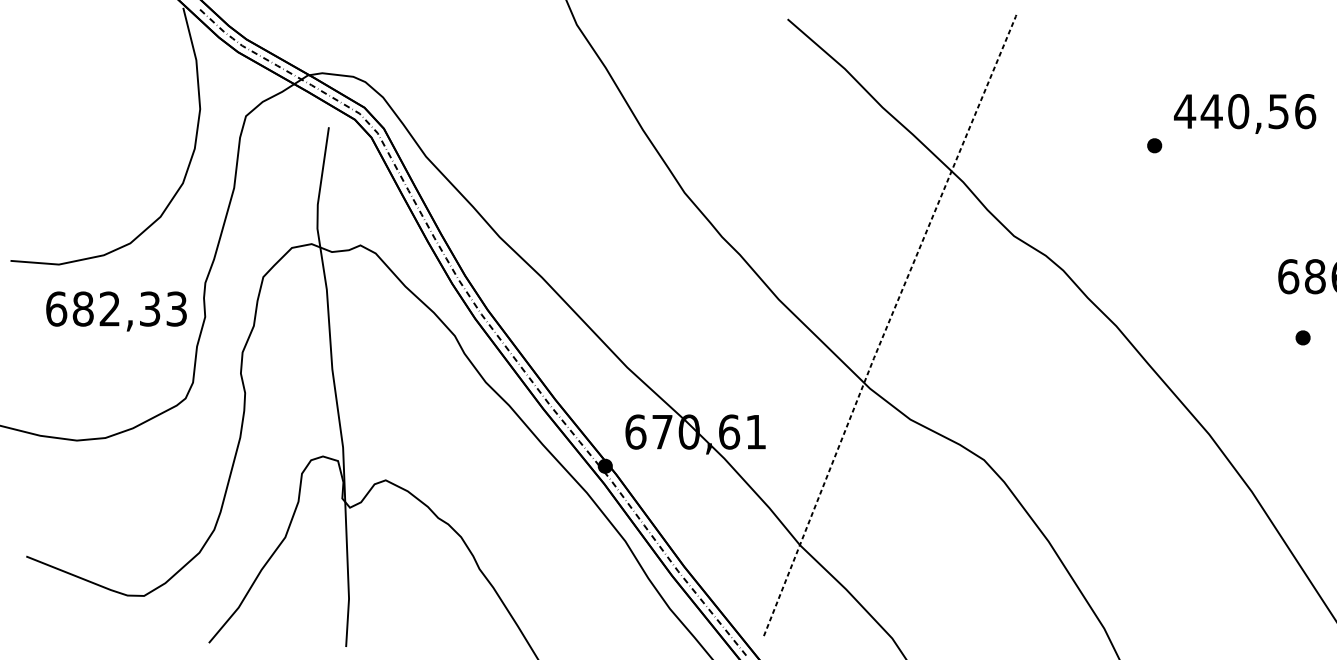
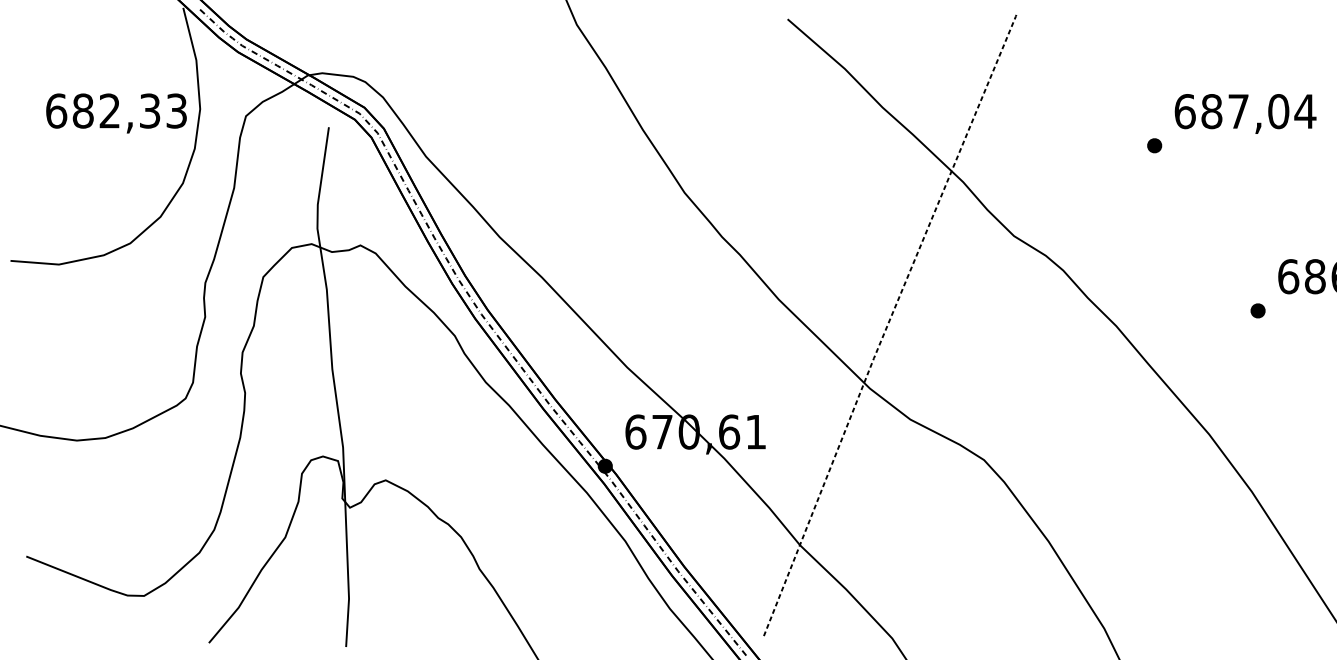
text at (1245, 111): 440,56 -> 687,04
text at (116, 311) position: (116, 311) -> (116, 113)
part at (1302, 337) position: (1302, 337) -> (1257, 310)
